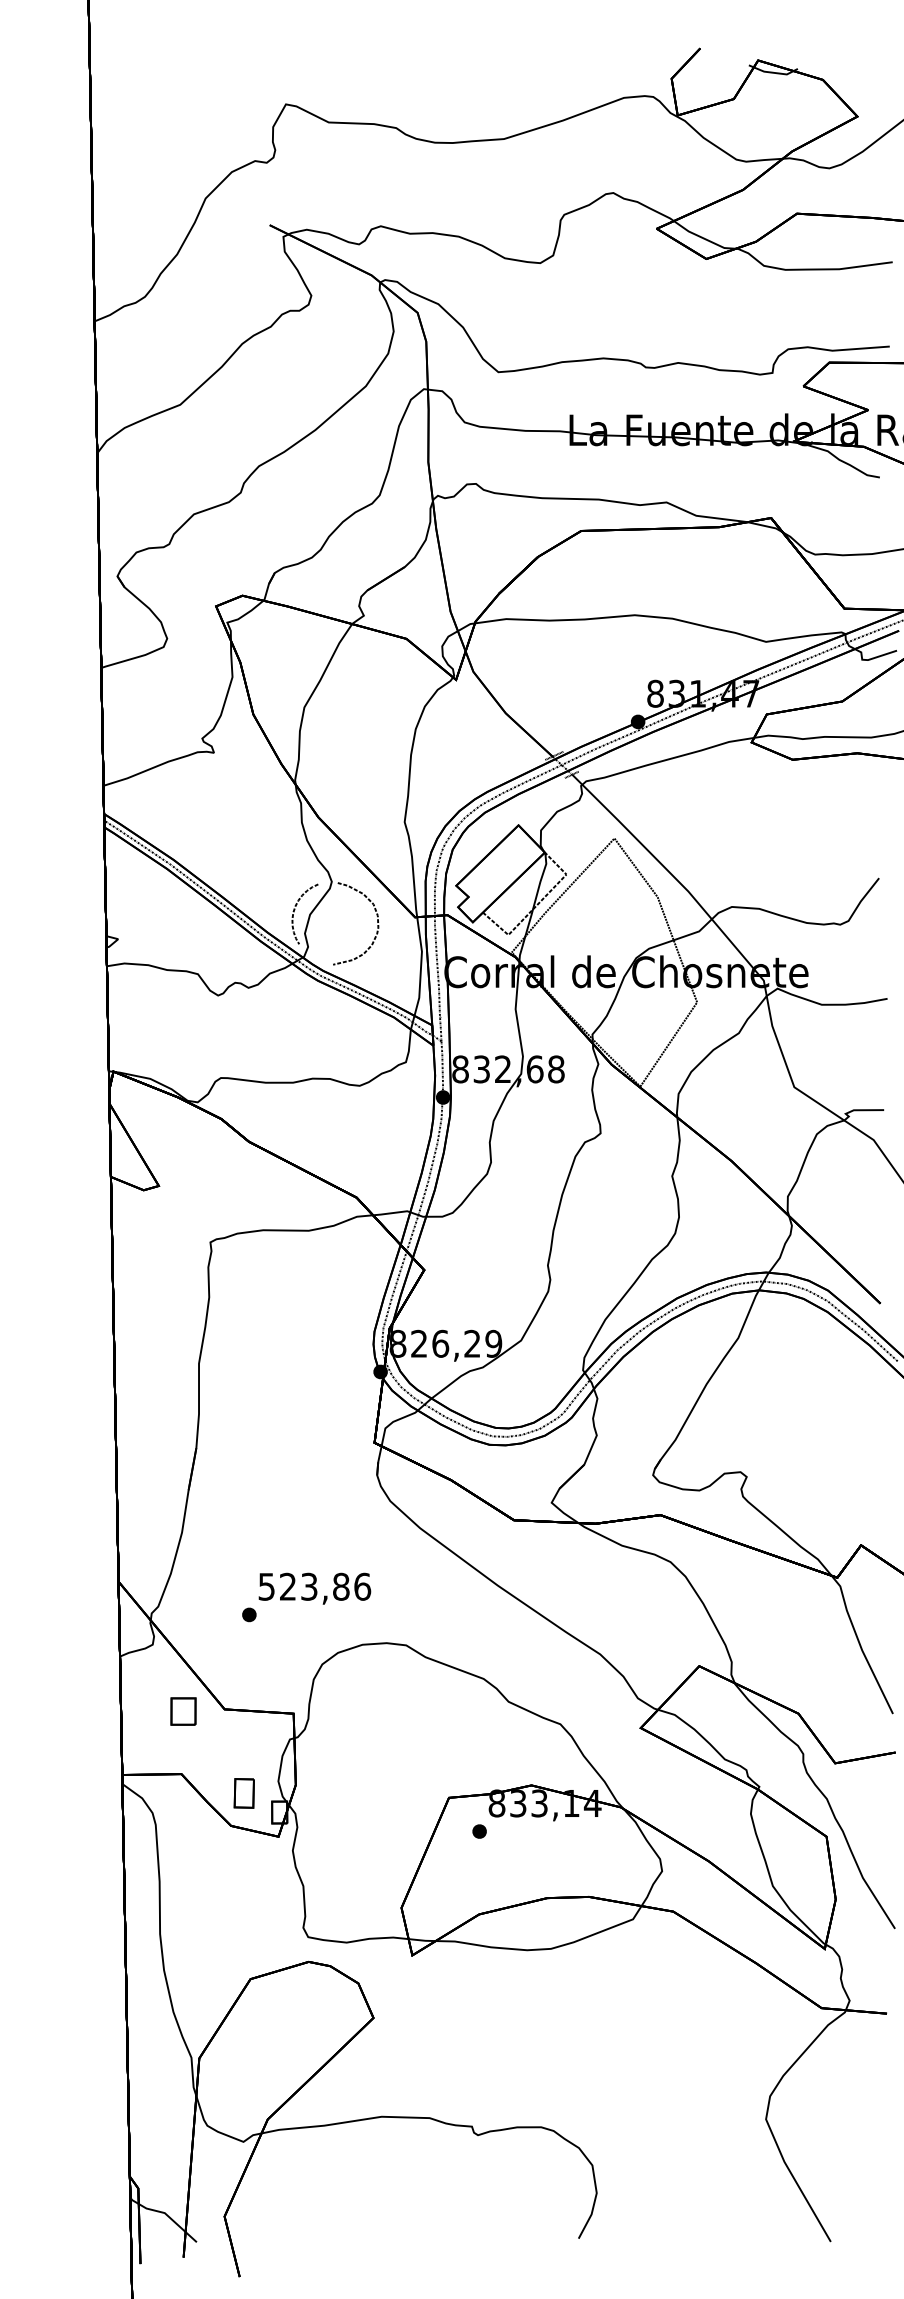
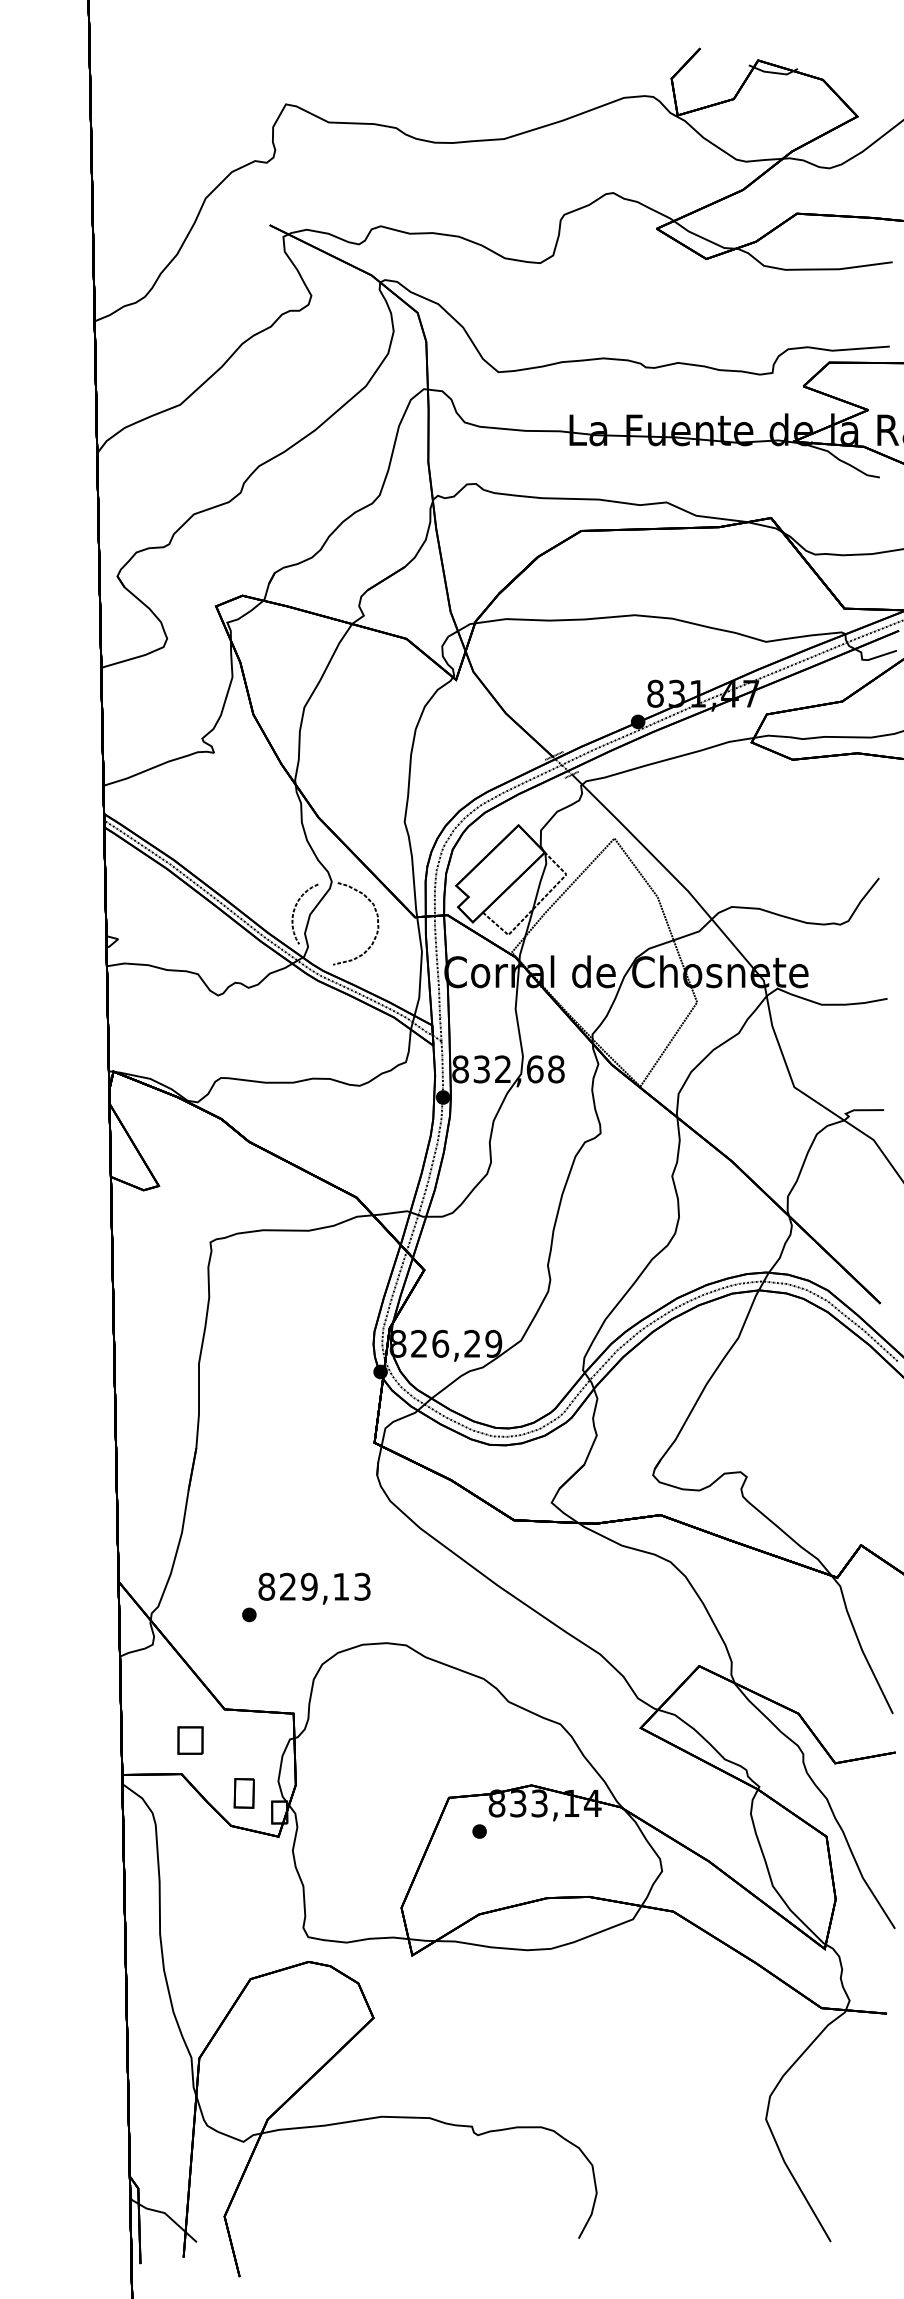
text at (314, 1586): 523,86 -> 829,13
part at (183, 1711) position: (183, 1711) -> (190, 1740)
